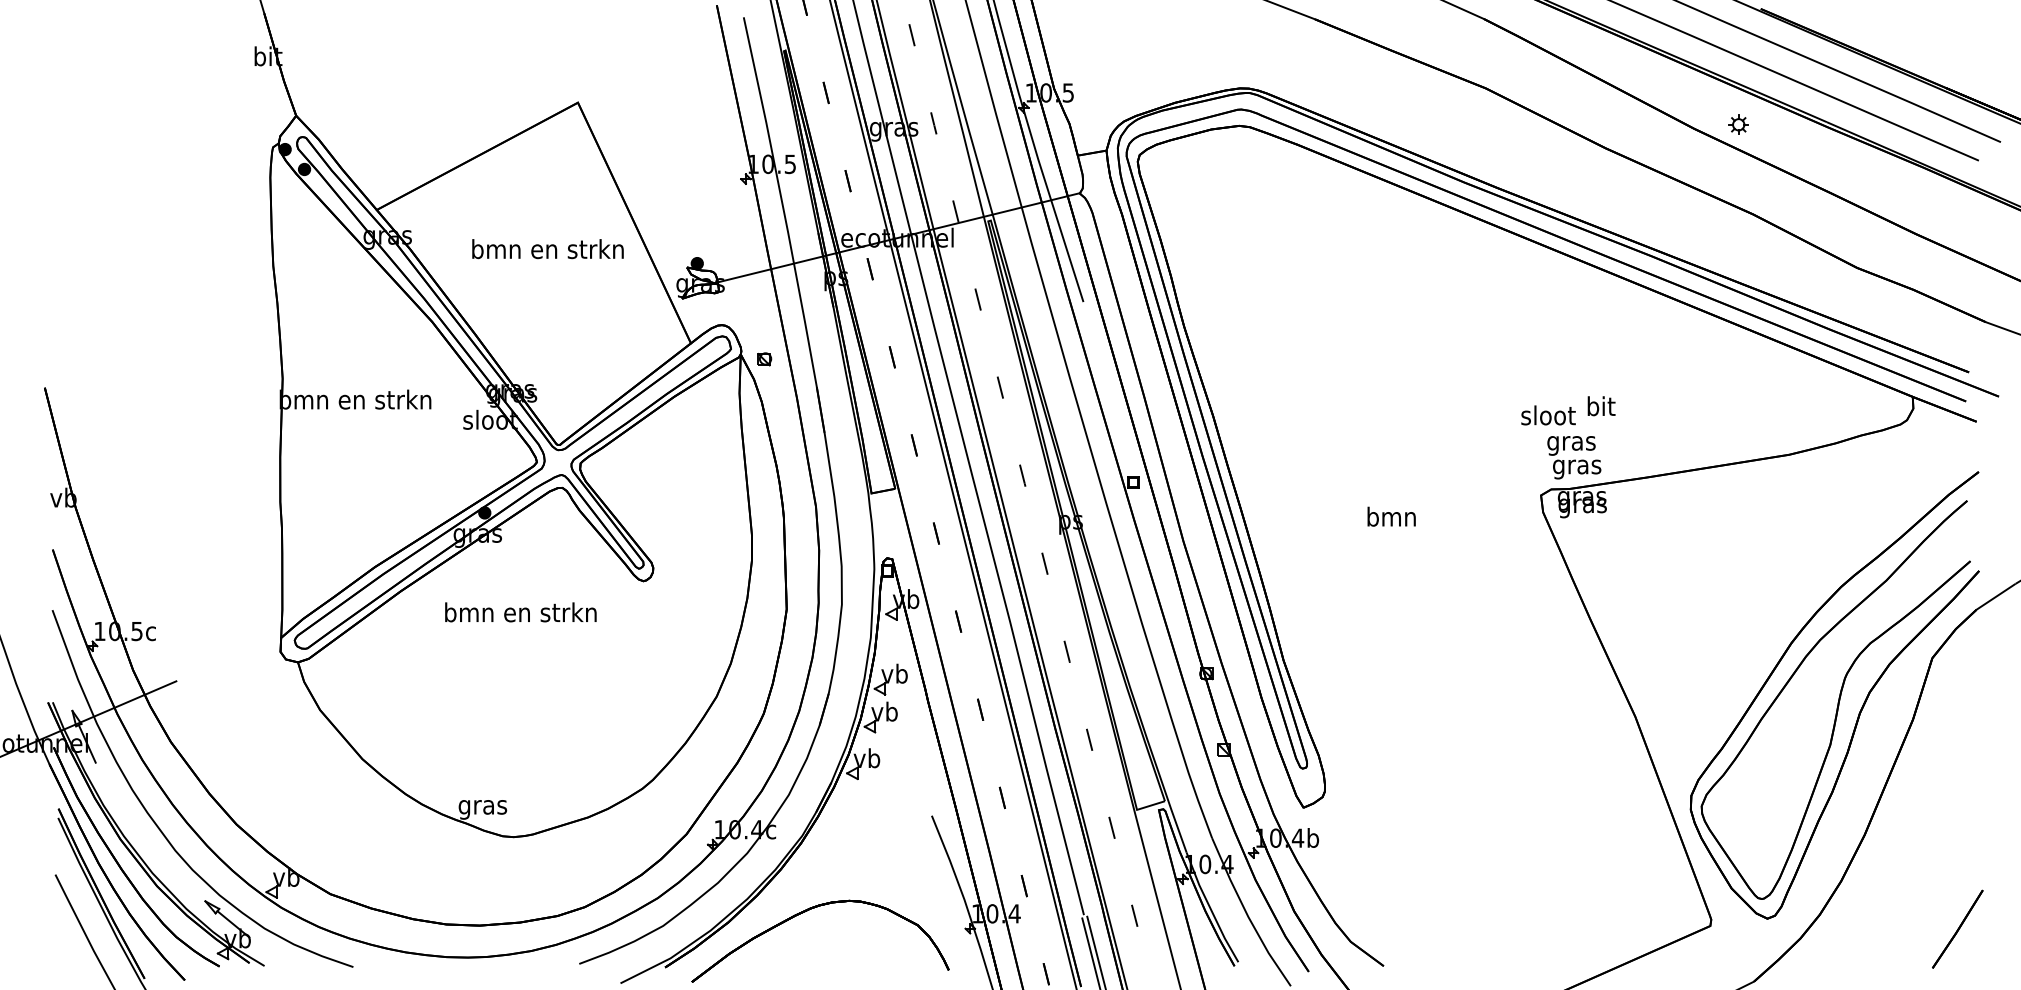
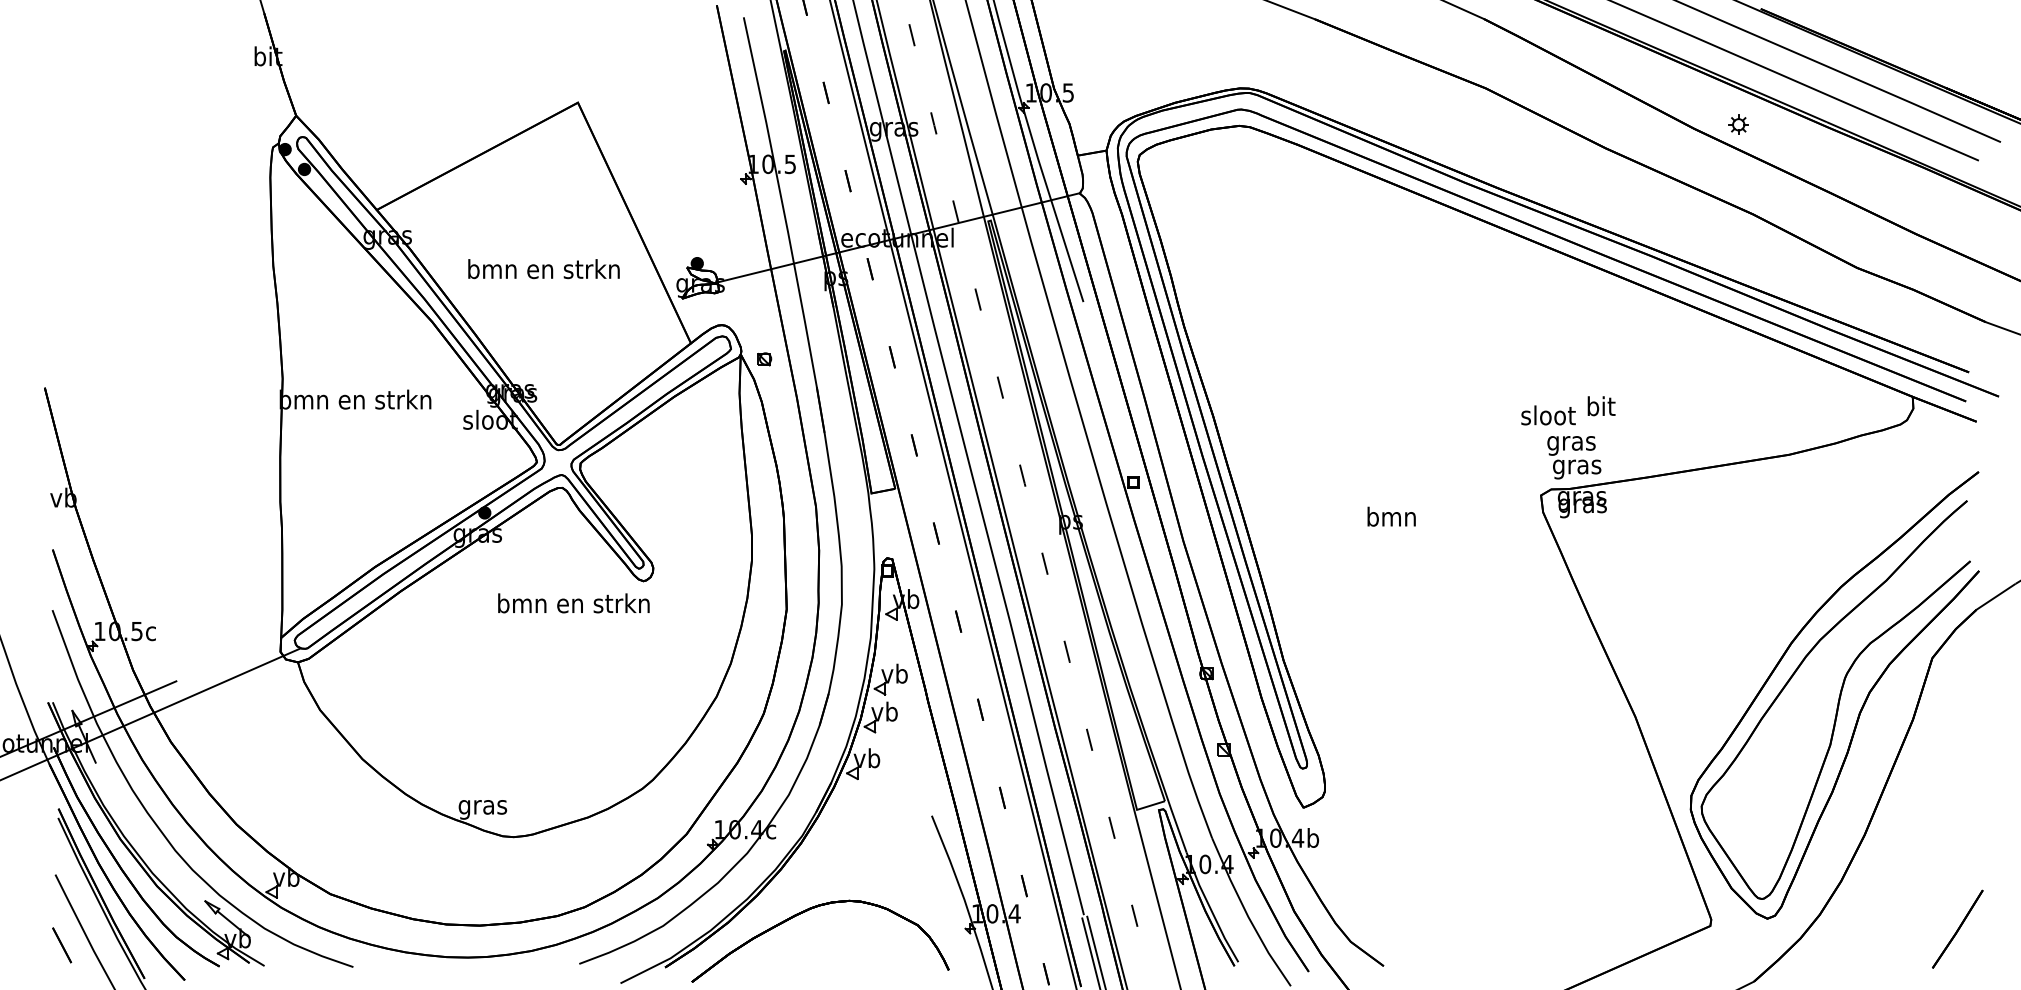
text at (547, 249) position: (547, 249) -> (543, 269)
text at (520, 612) position: (520, 612) -> (573, 603)
line at (150, 713): none -> present
line at (62, 945): none -> present
